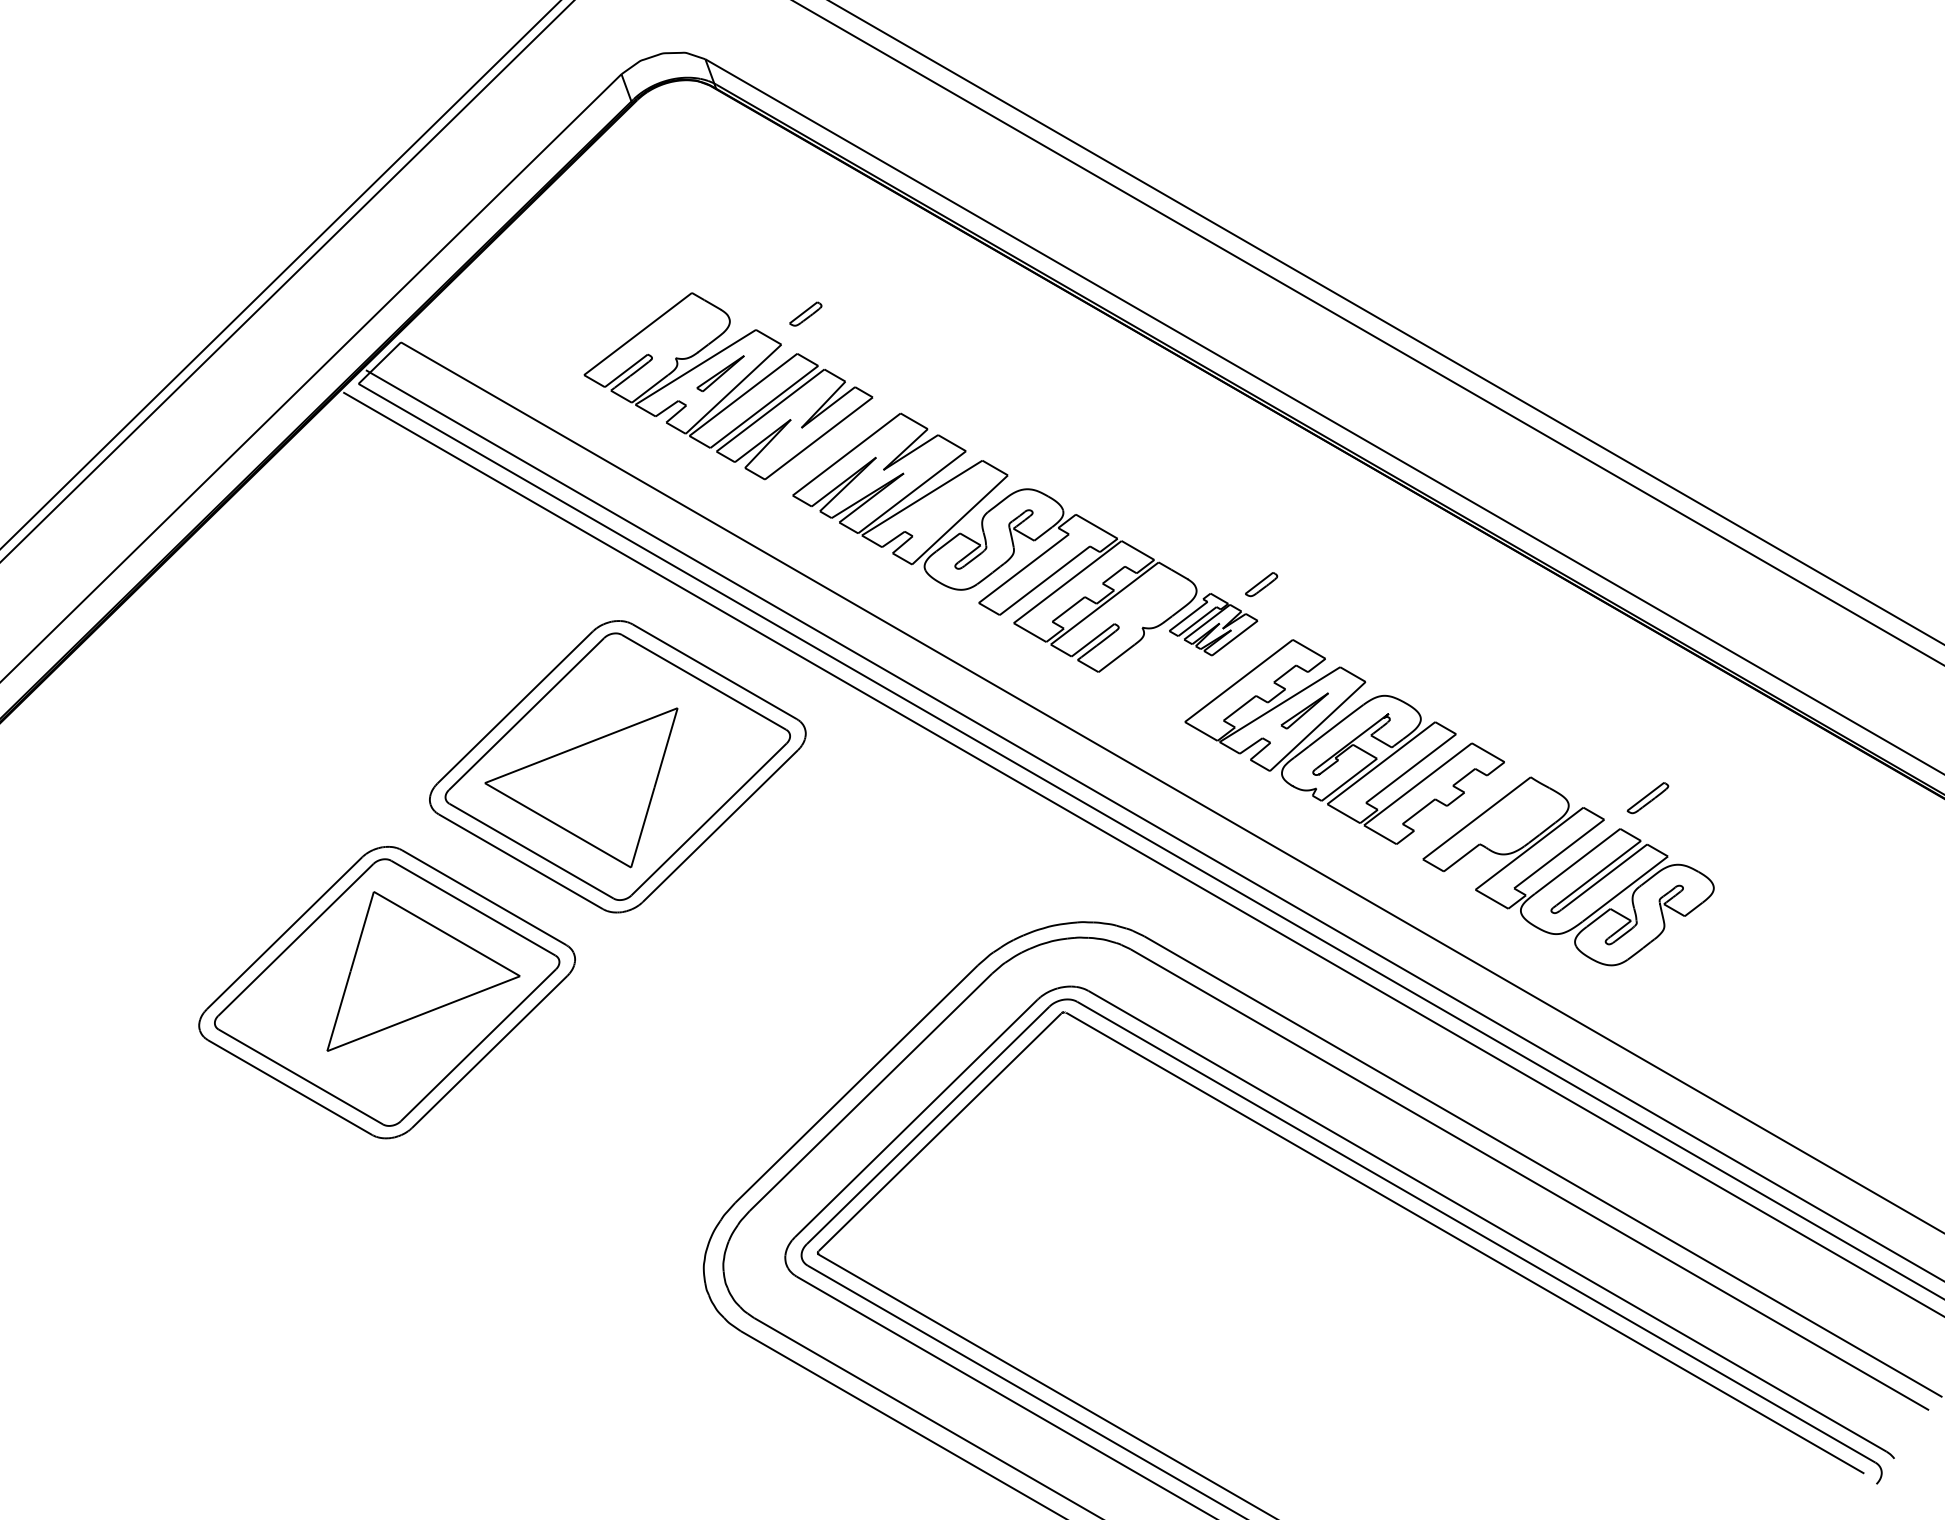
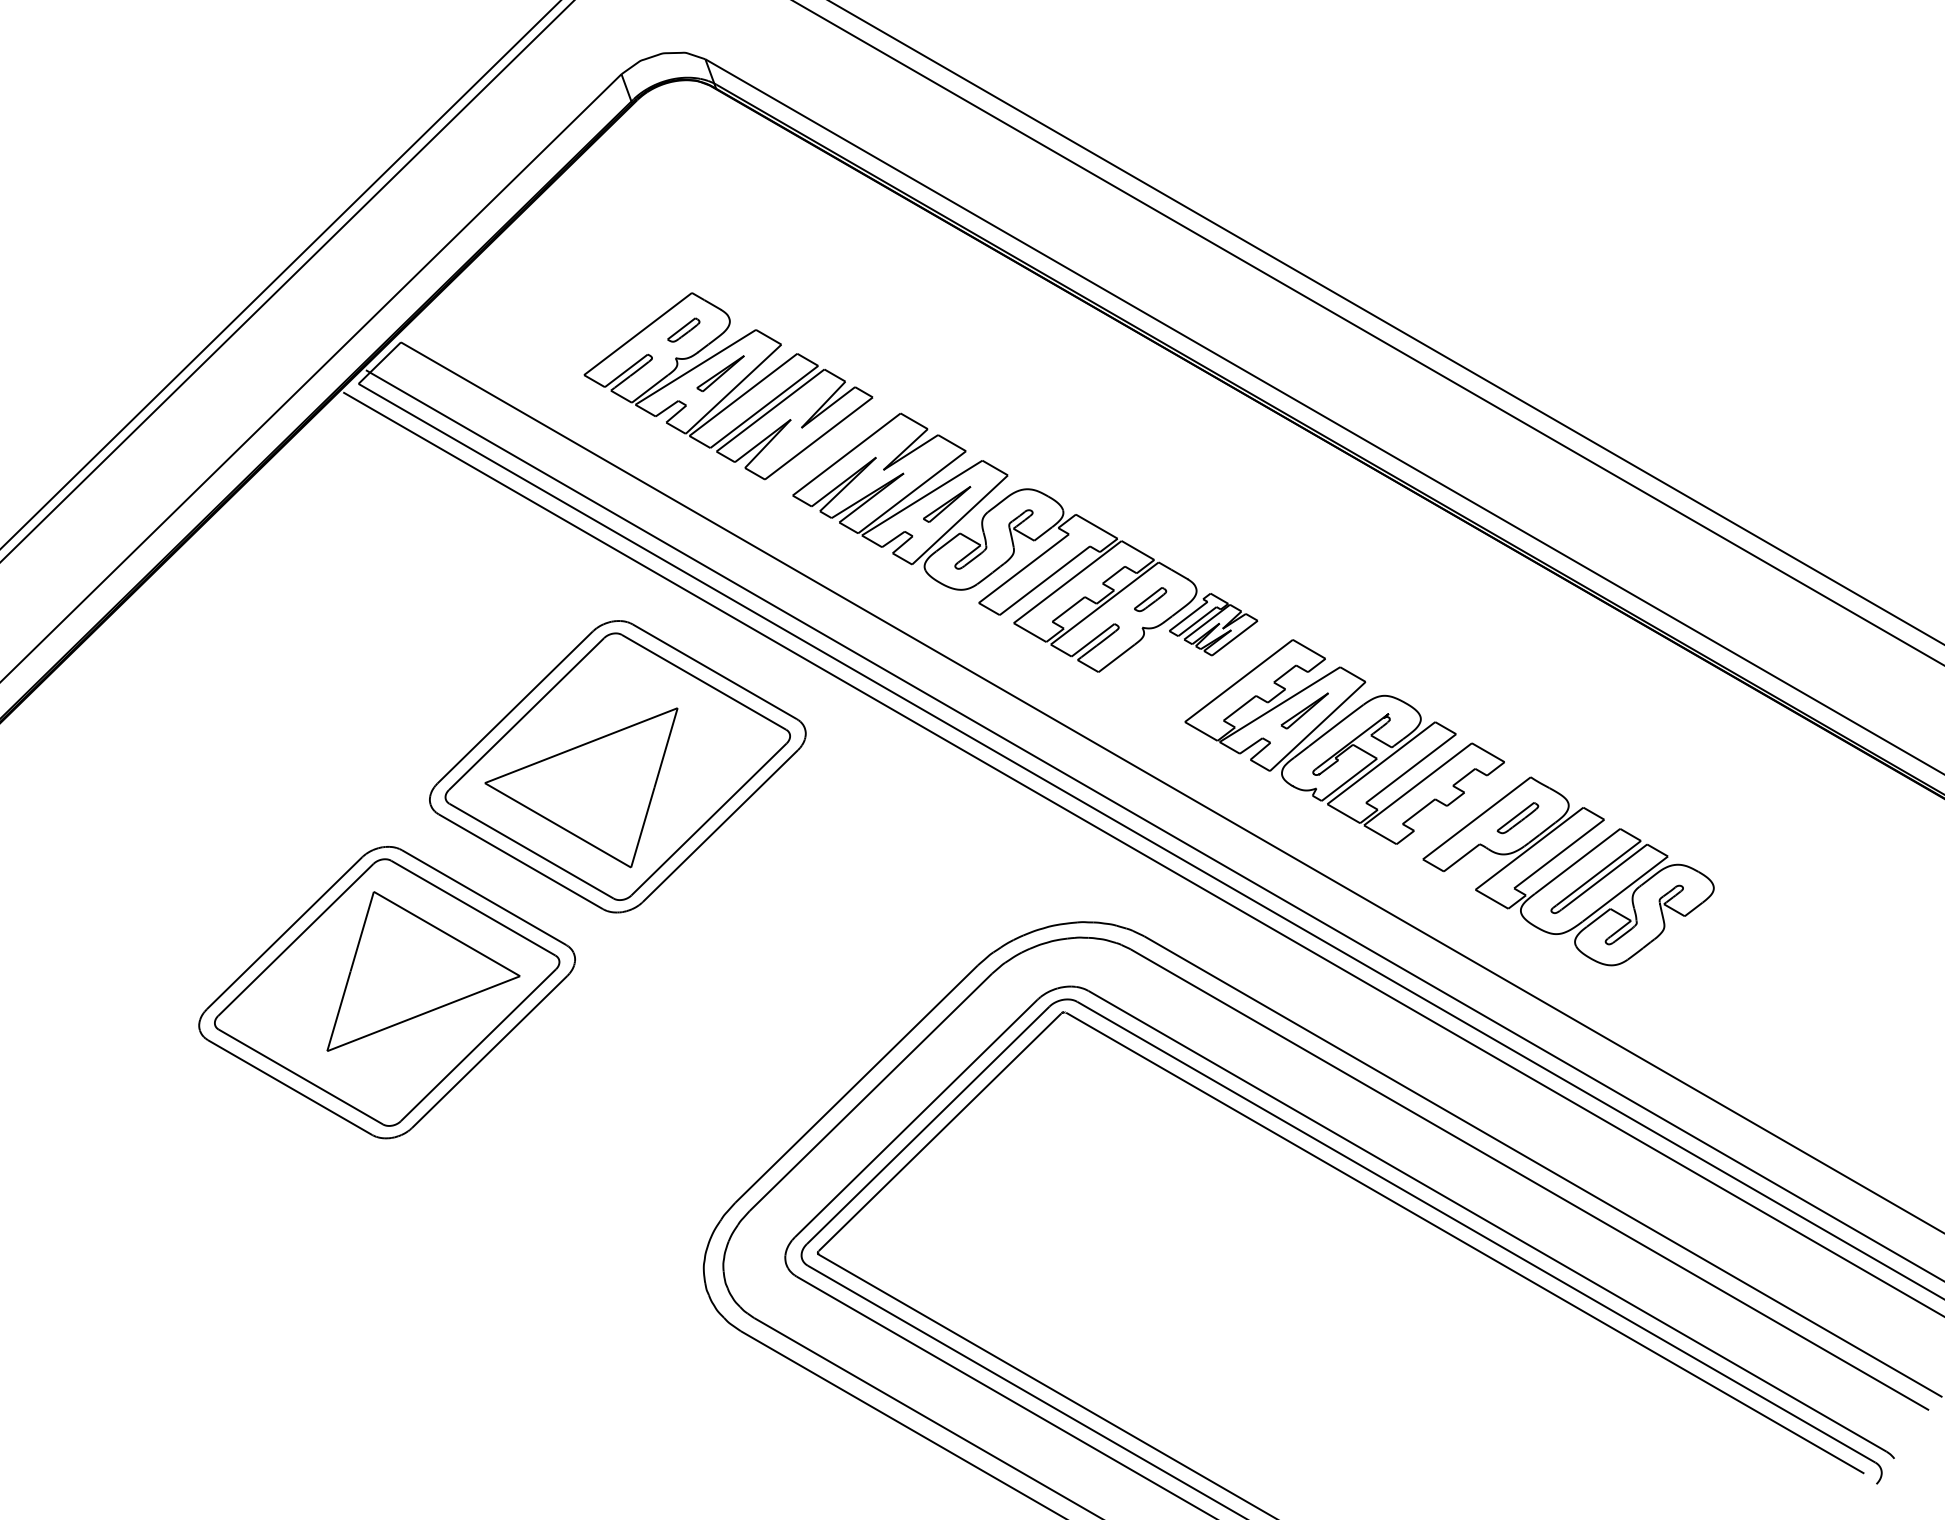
part at (805, 313) position: (805, 313) -> (683, 329)
part at (947, 504): none -> present
part at (1261, 584) position: (1261, 584) -> (1150, 599)
part at (1647, 798) position: (1647, 798) -> (1517, 818)
